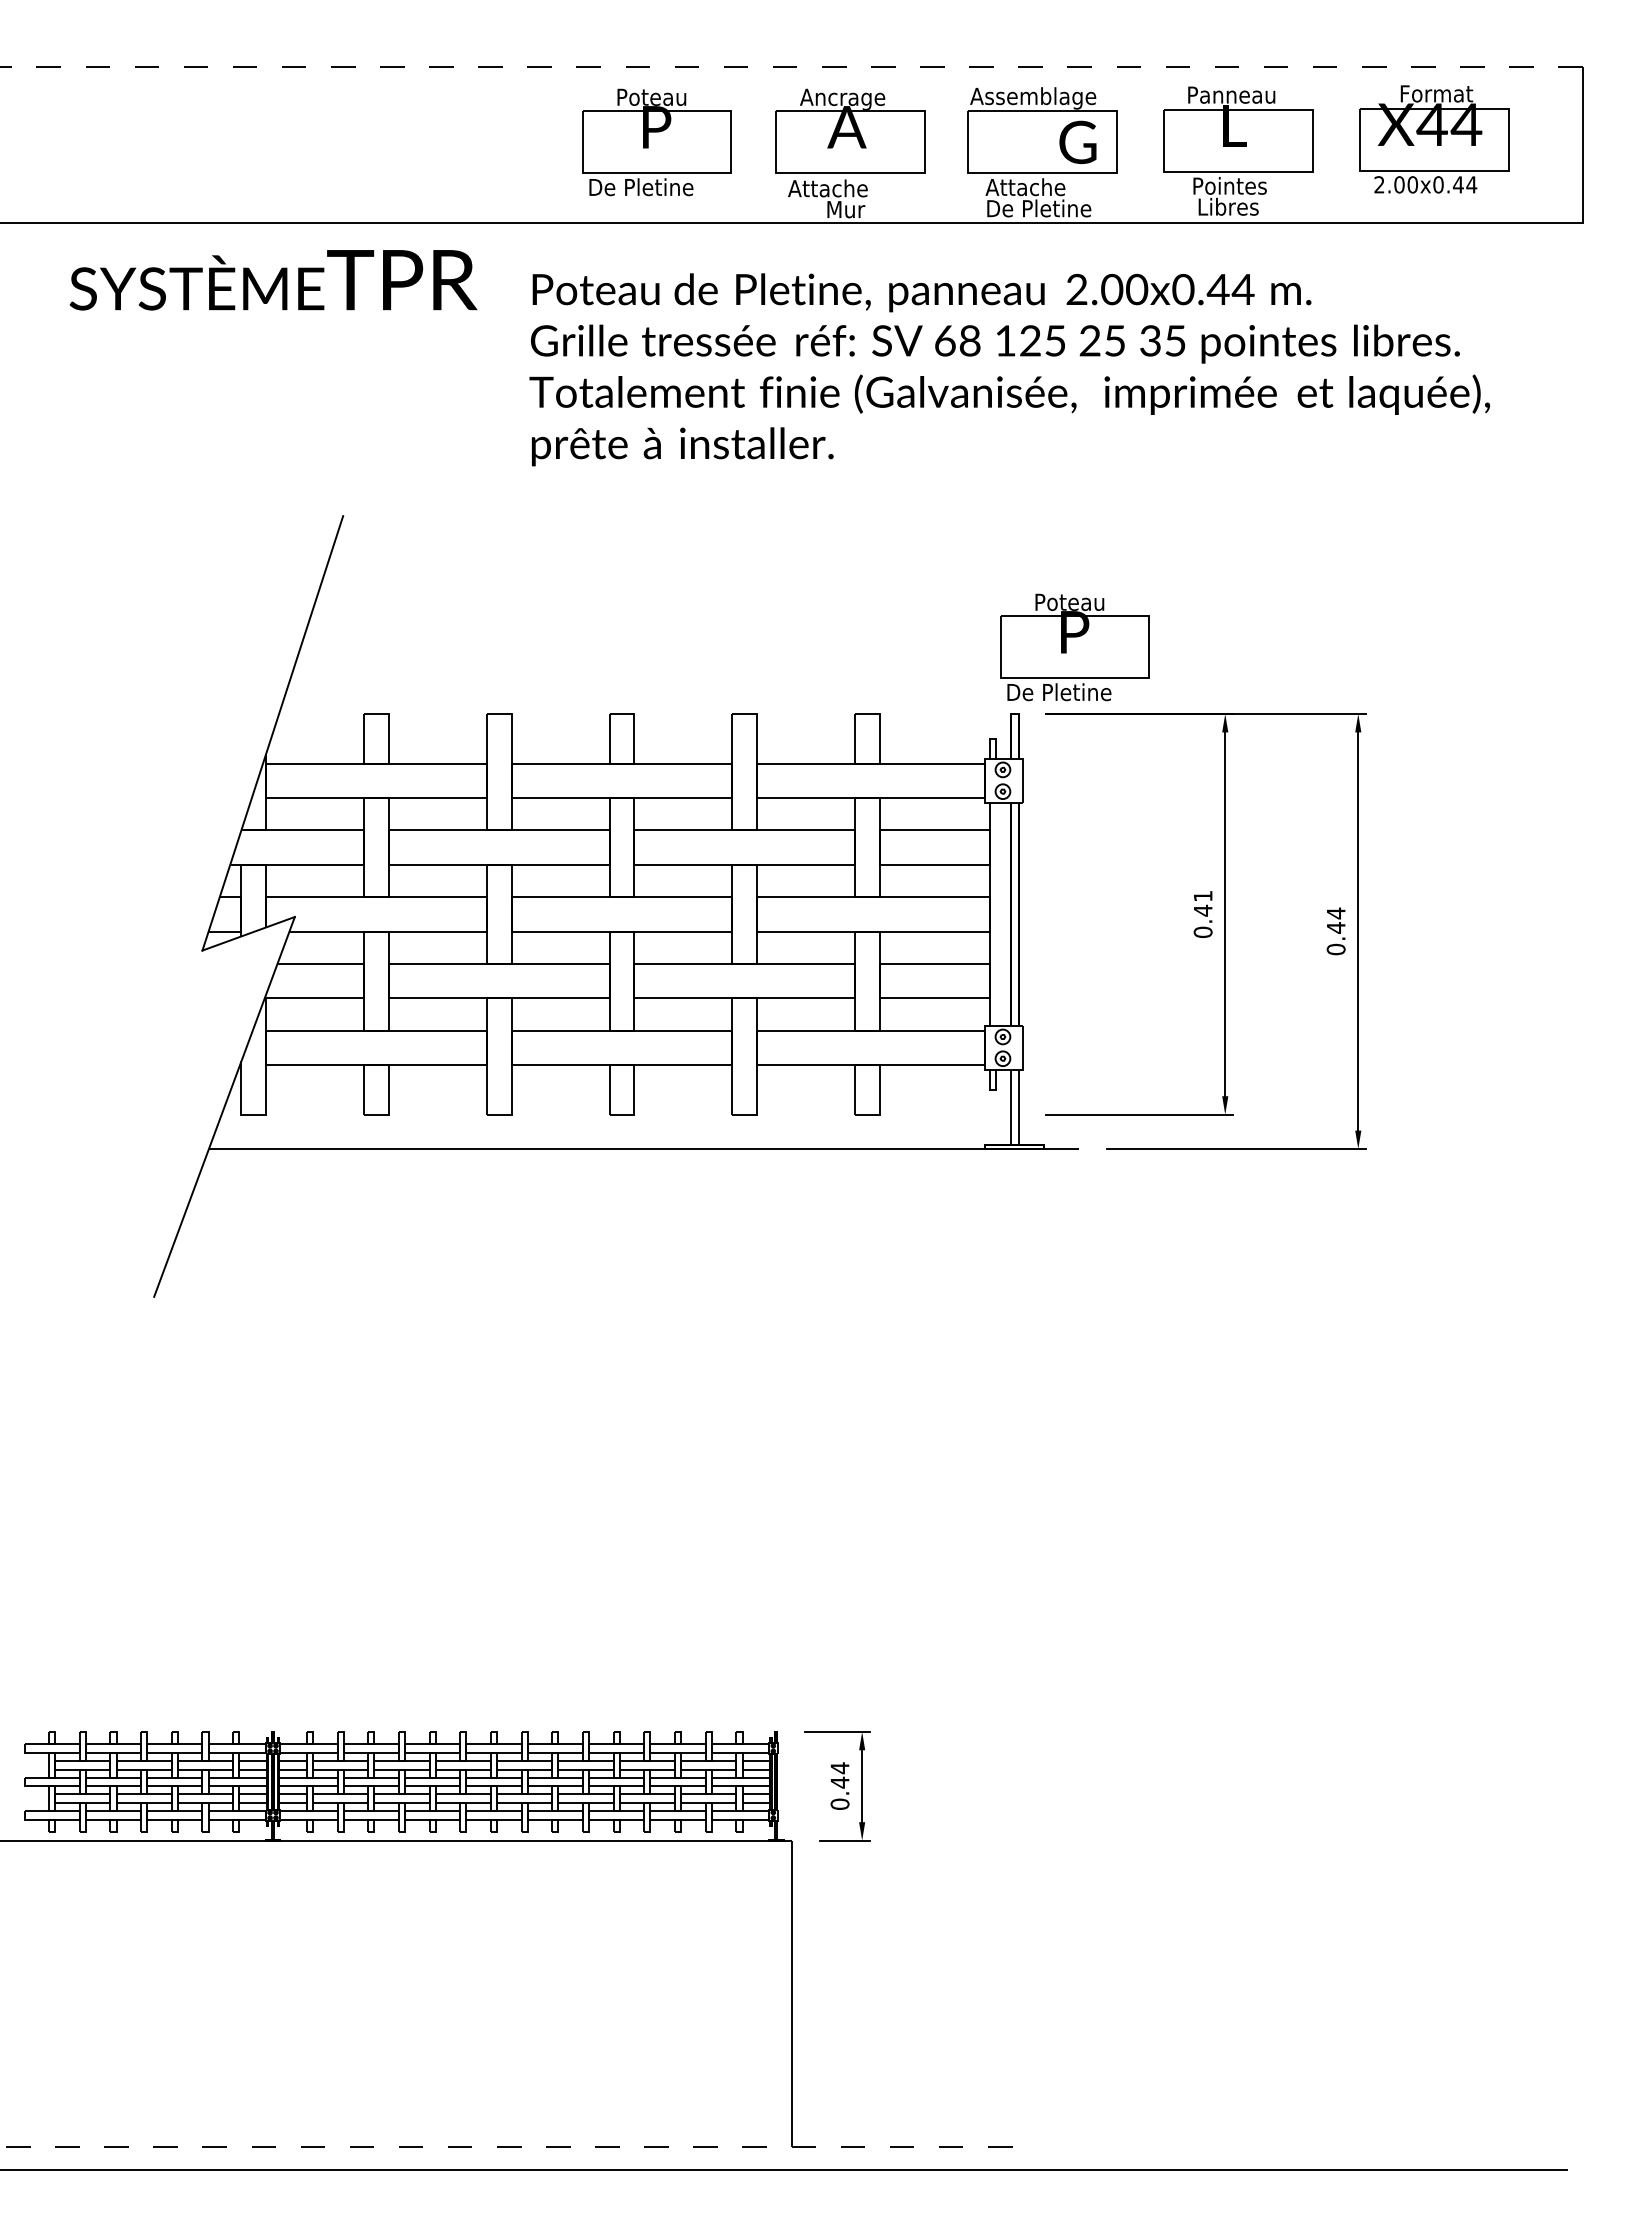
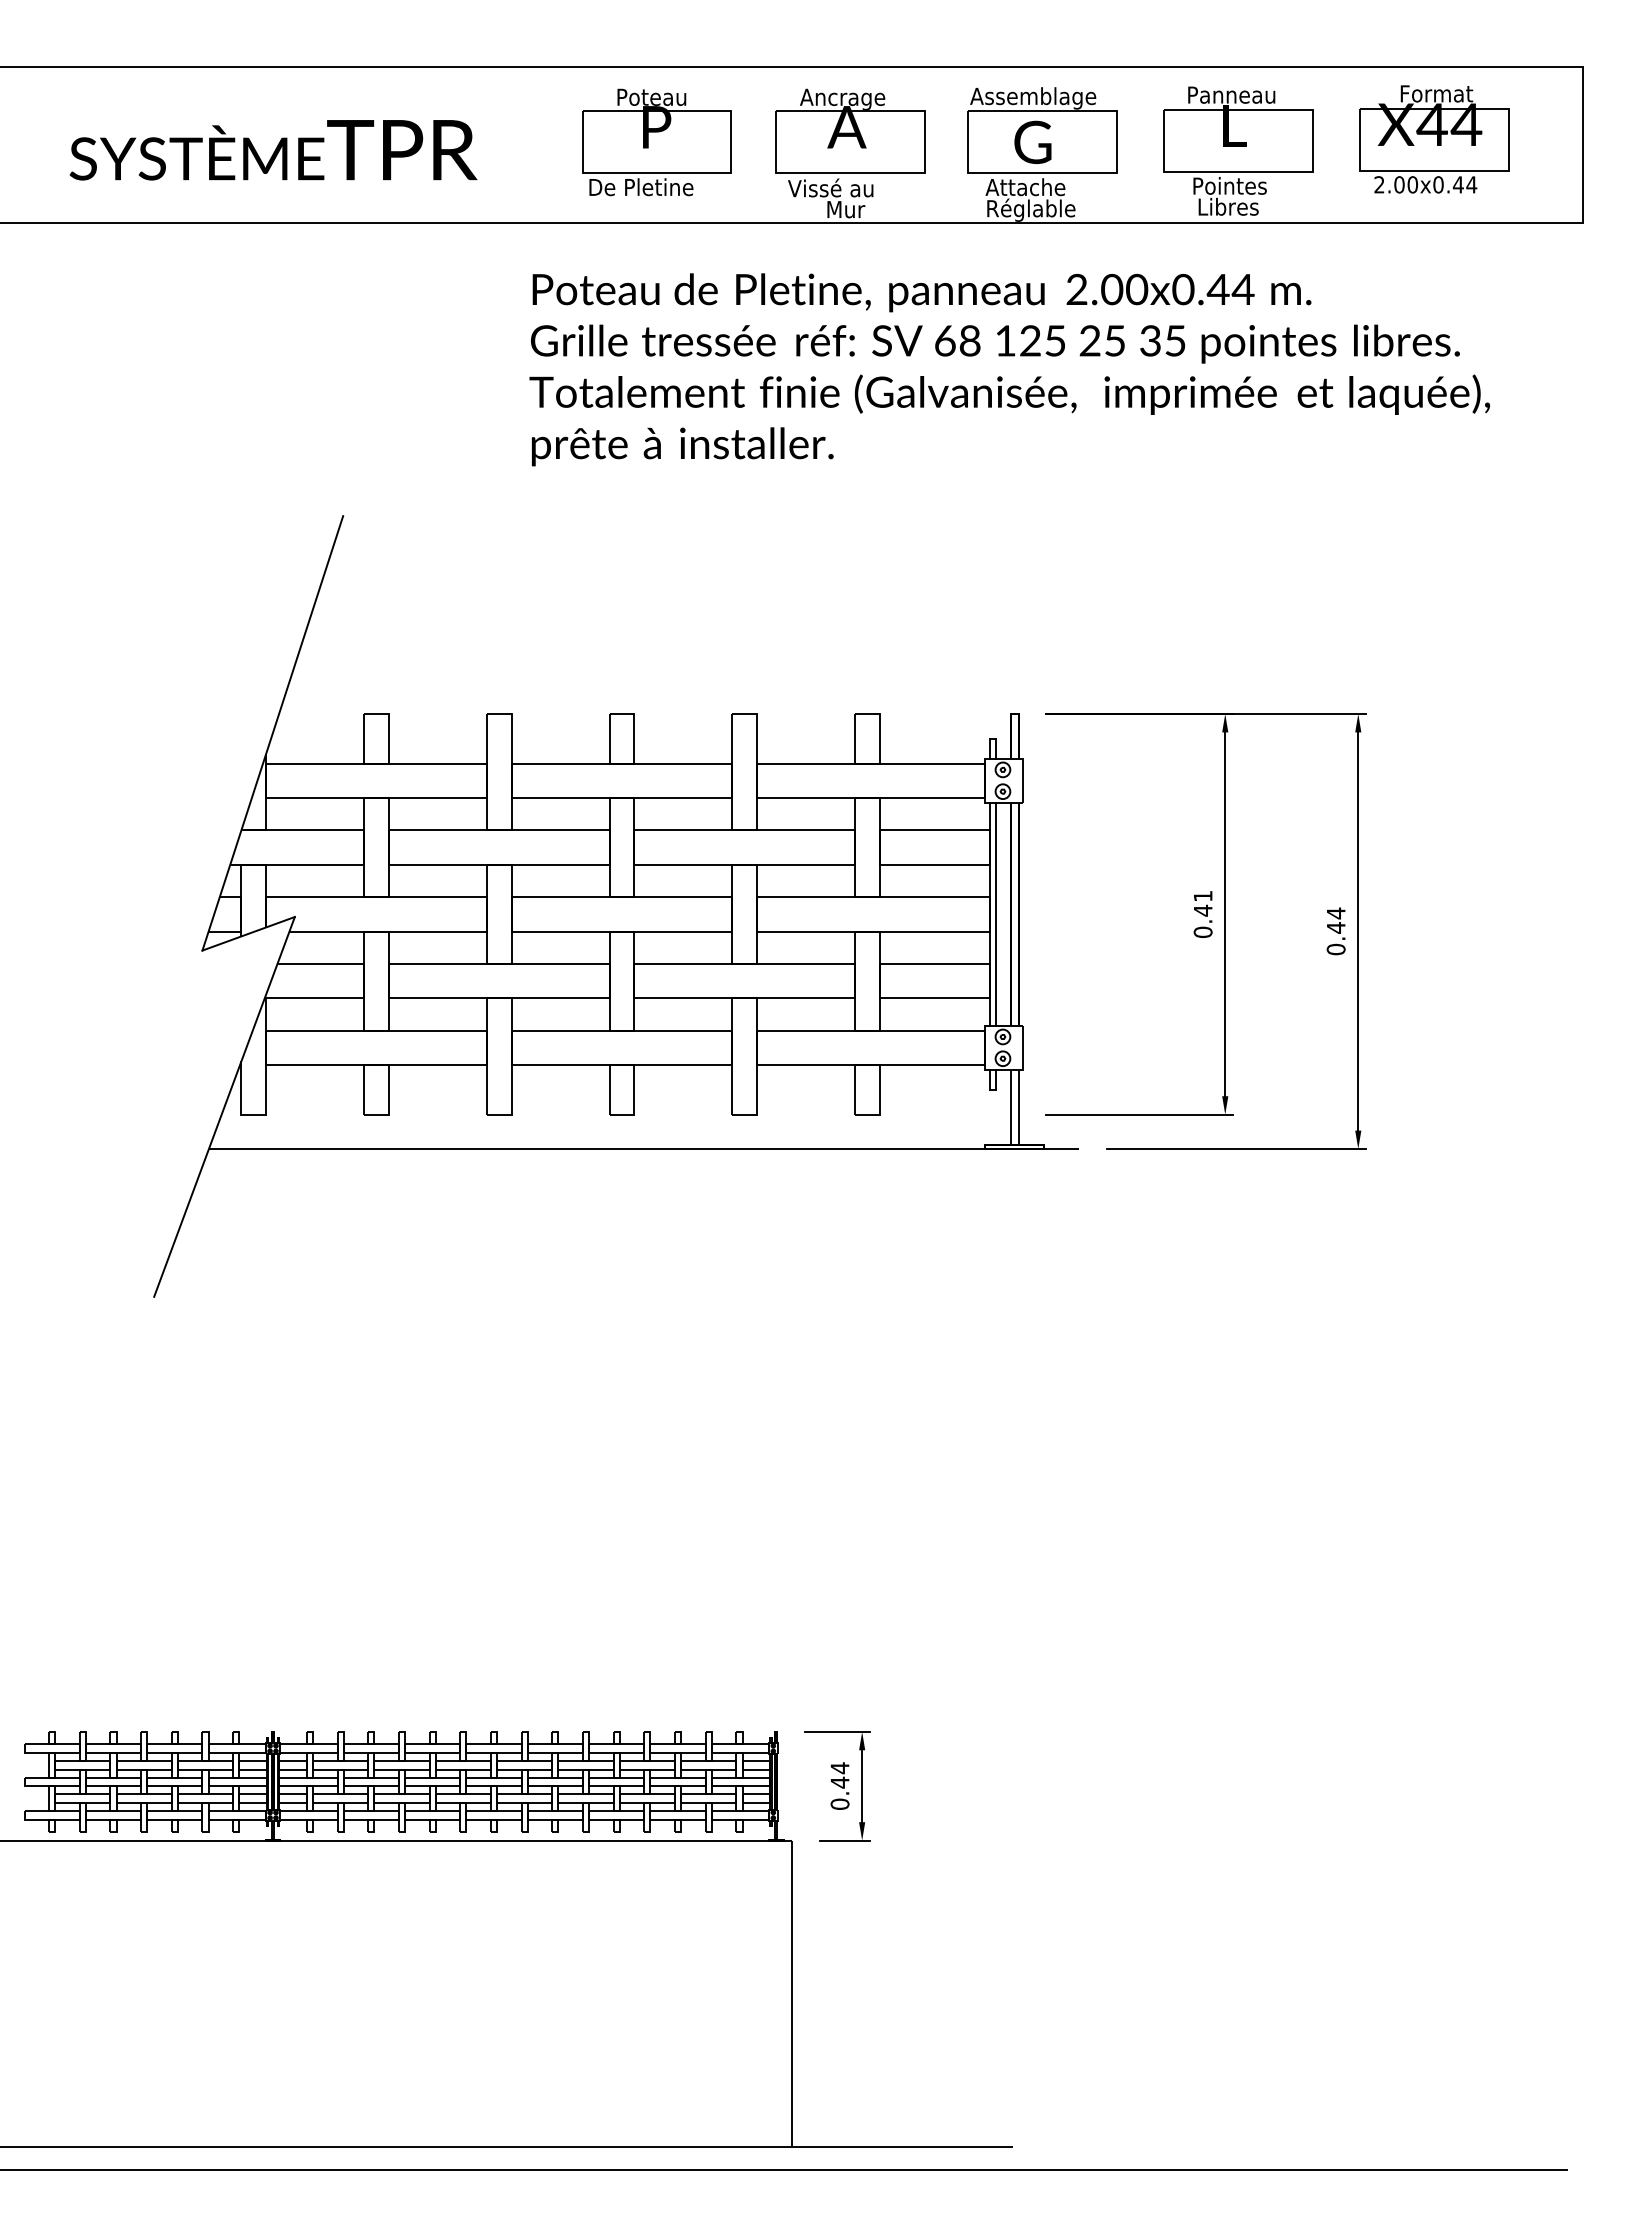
line at (791, 67): dashed -> solid
text at (1077, 142) position: (1077, 142) -> (1032, 142)
text at (830, 187): Attache -> Vissé au
text at (1040, 209): De Pletine -> Réglable
text at (273, 280) position: (273, 280) -> (273, 150)
part at (1074, 647): present -> none
line at (996, 913): none -> present
line at (506, 2147): dashed -> solid
